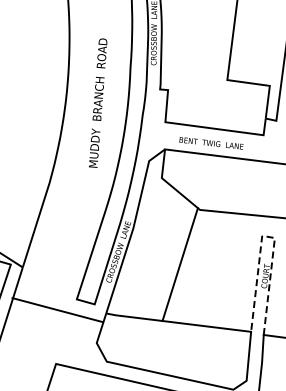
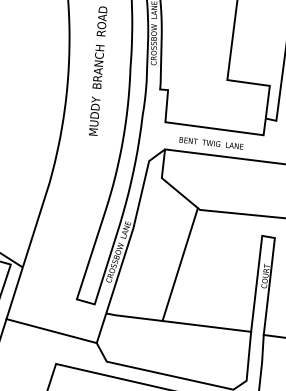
text at (98, 102) position: (98, 102) -> (98, 70)
line at (269, 237): dashed -> solid
line at (57, 310) position: (57, 310) -> (51, 331)
